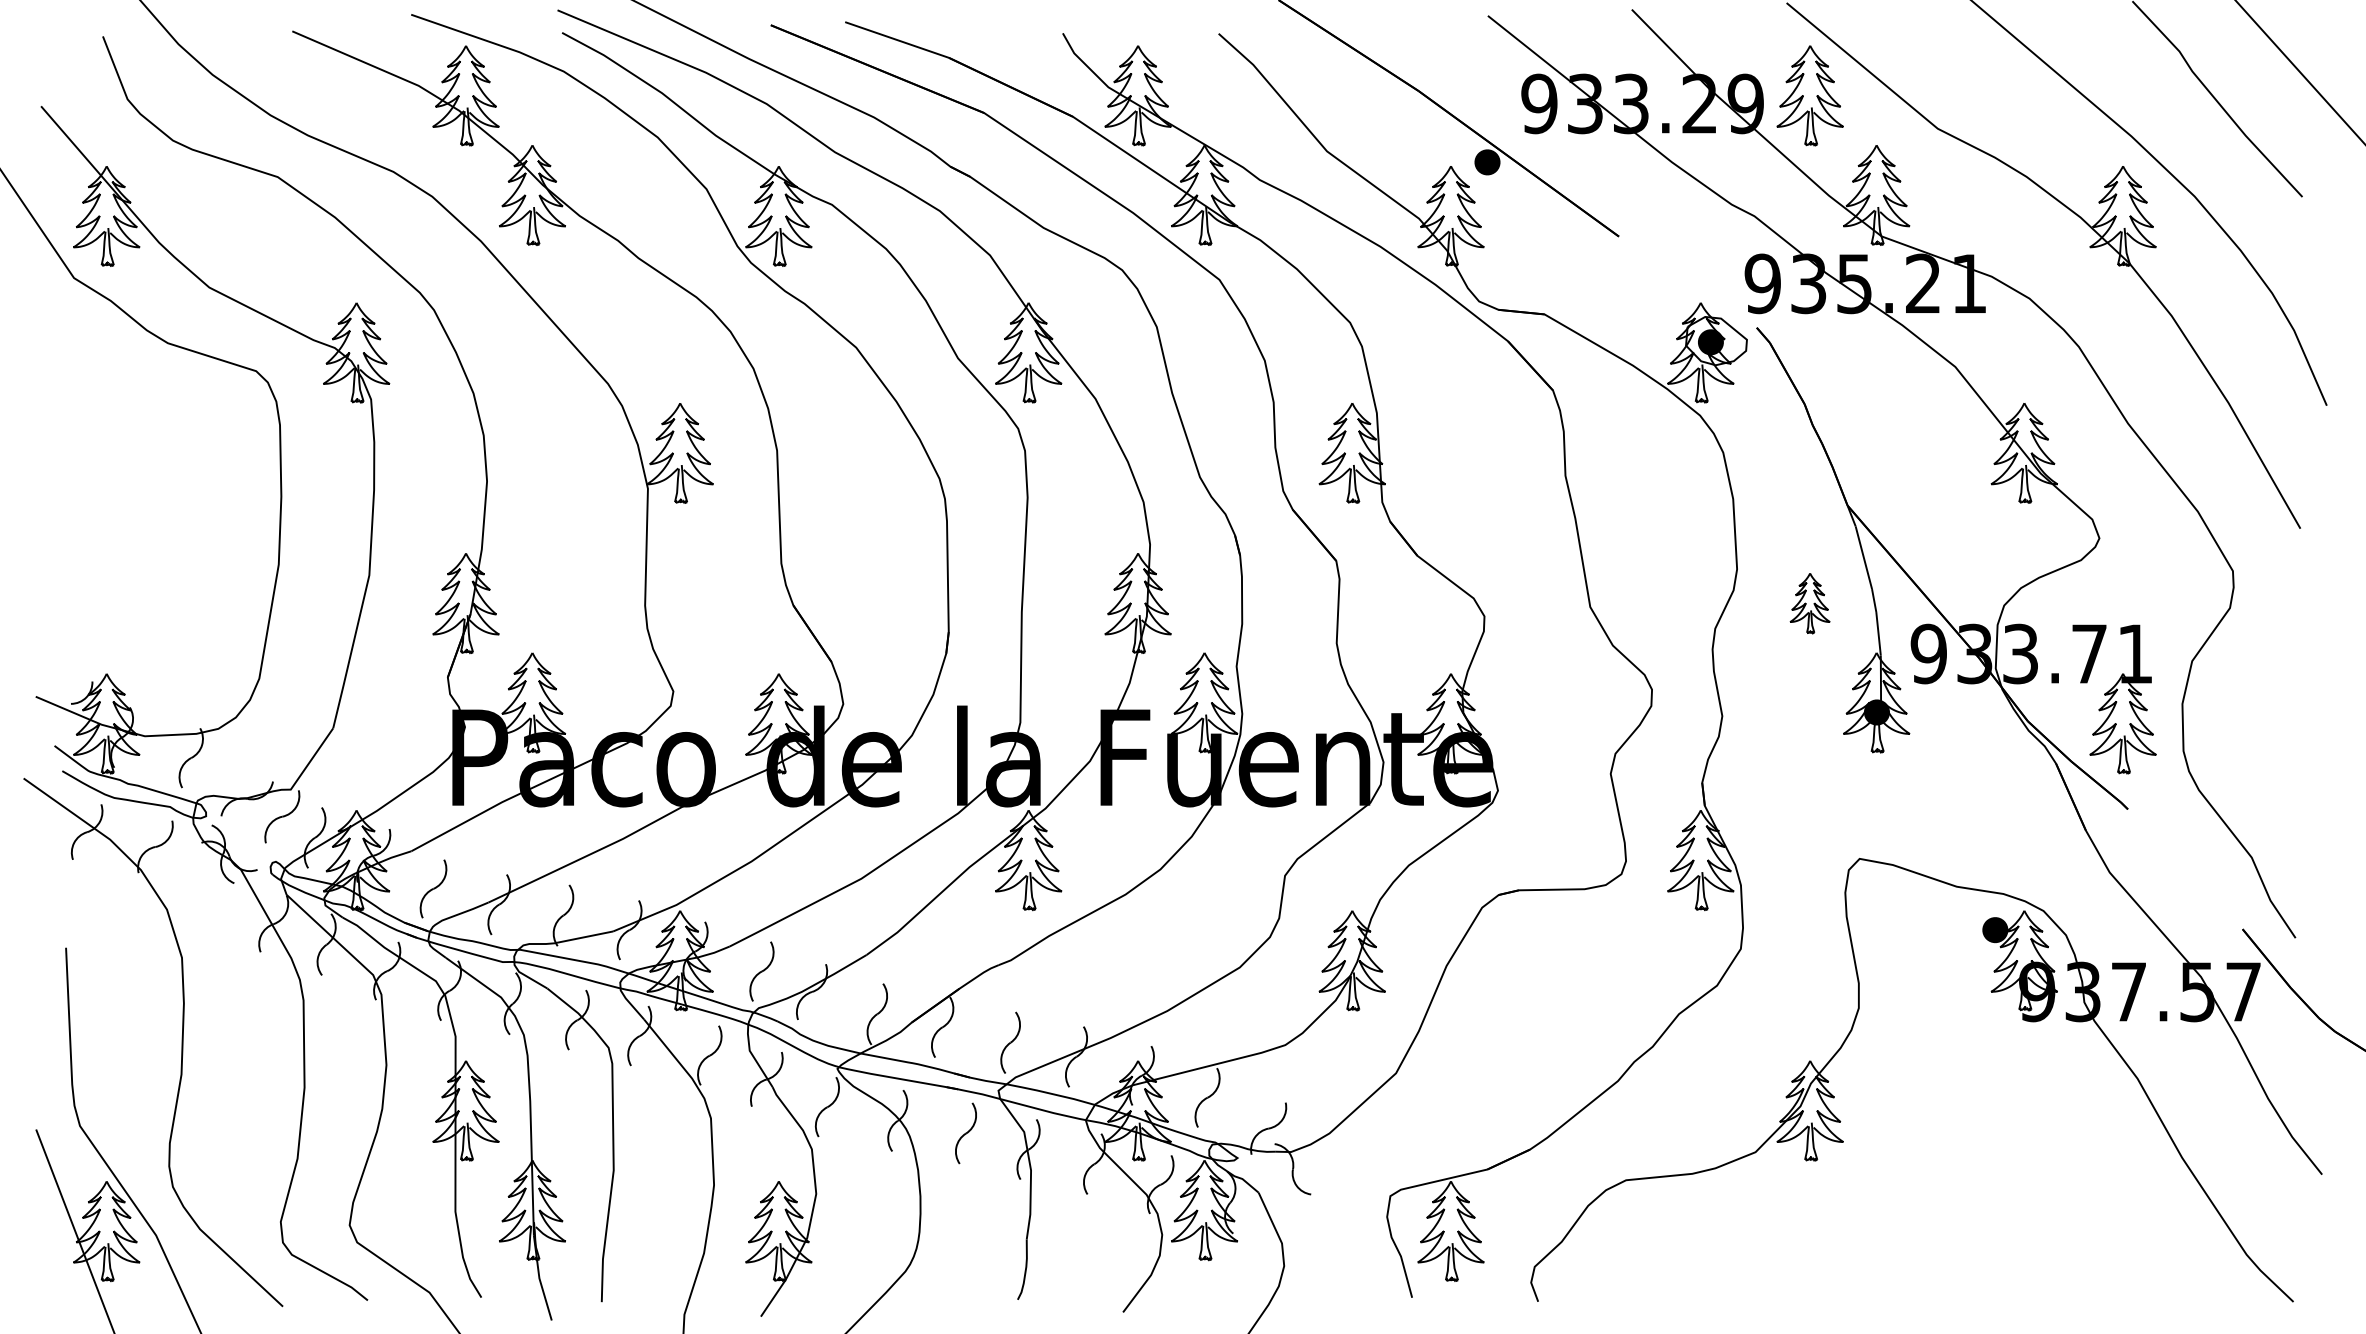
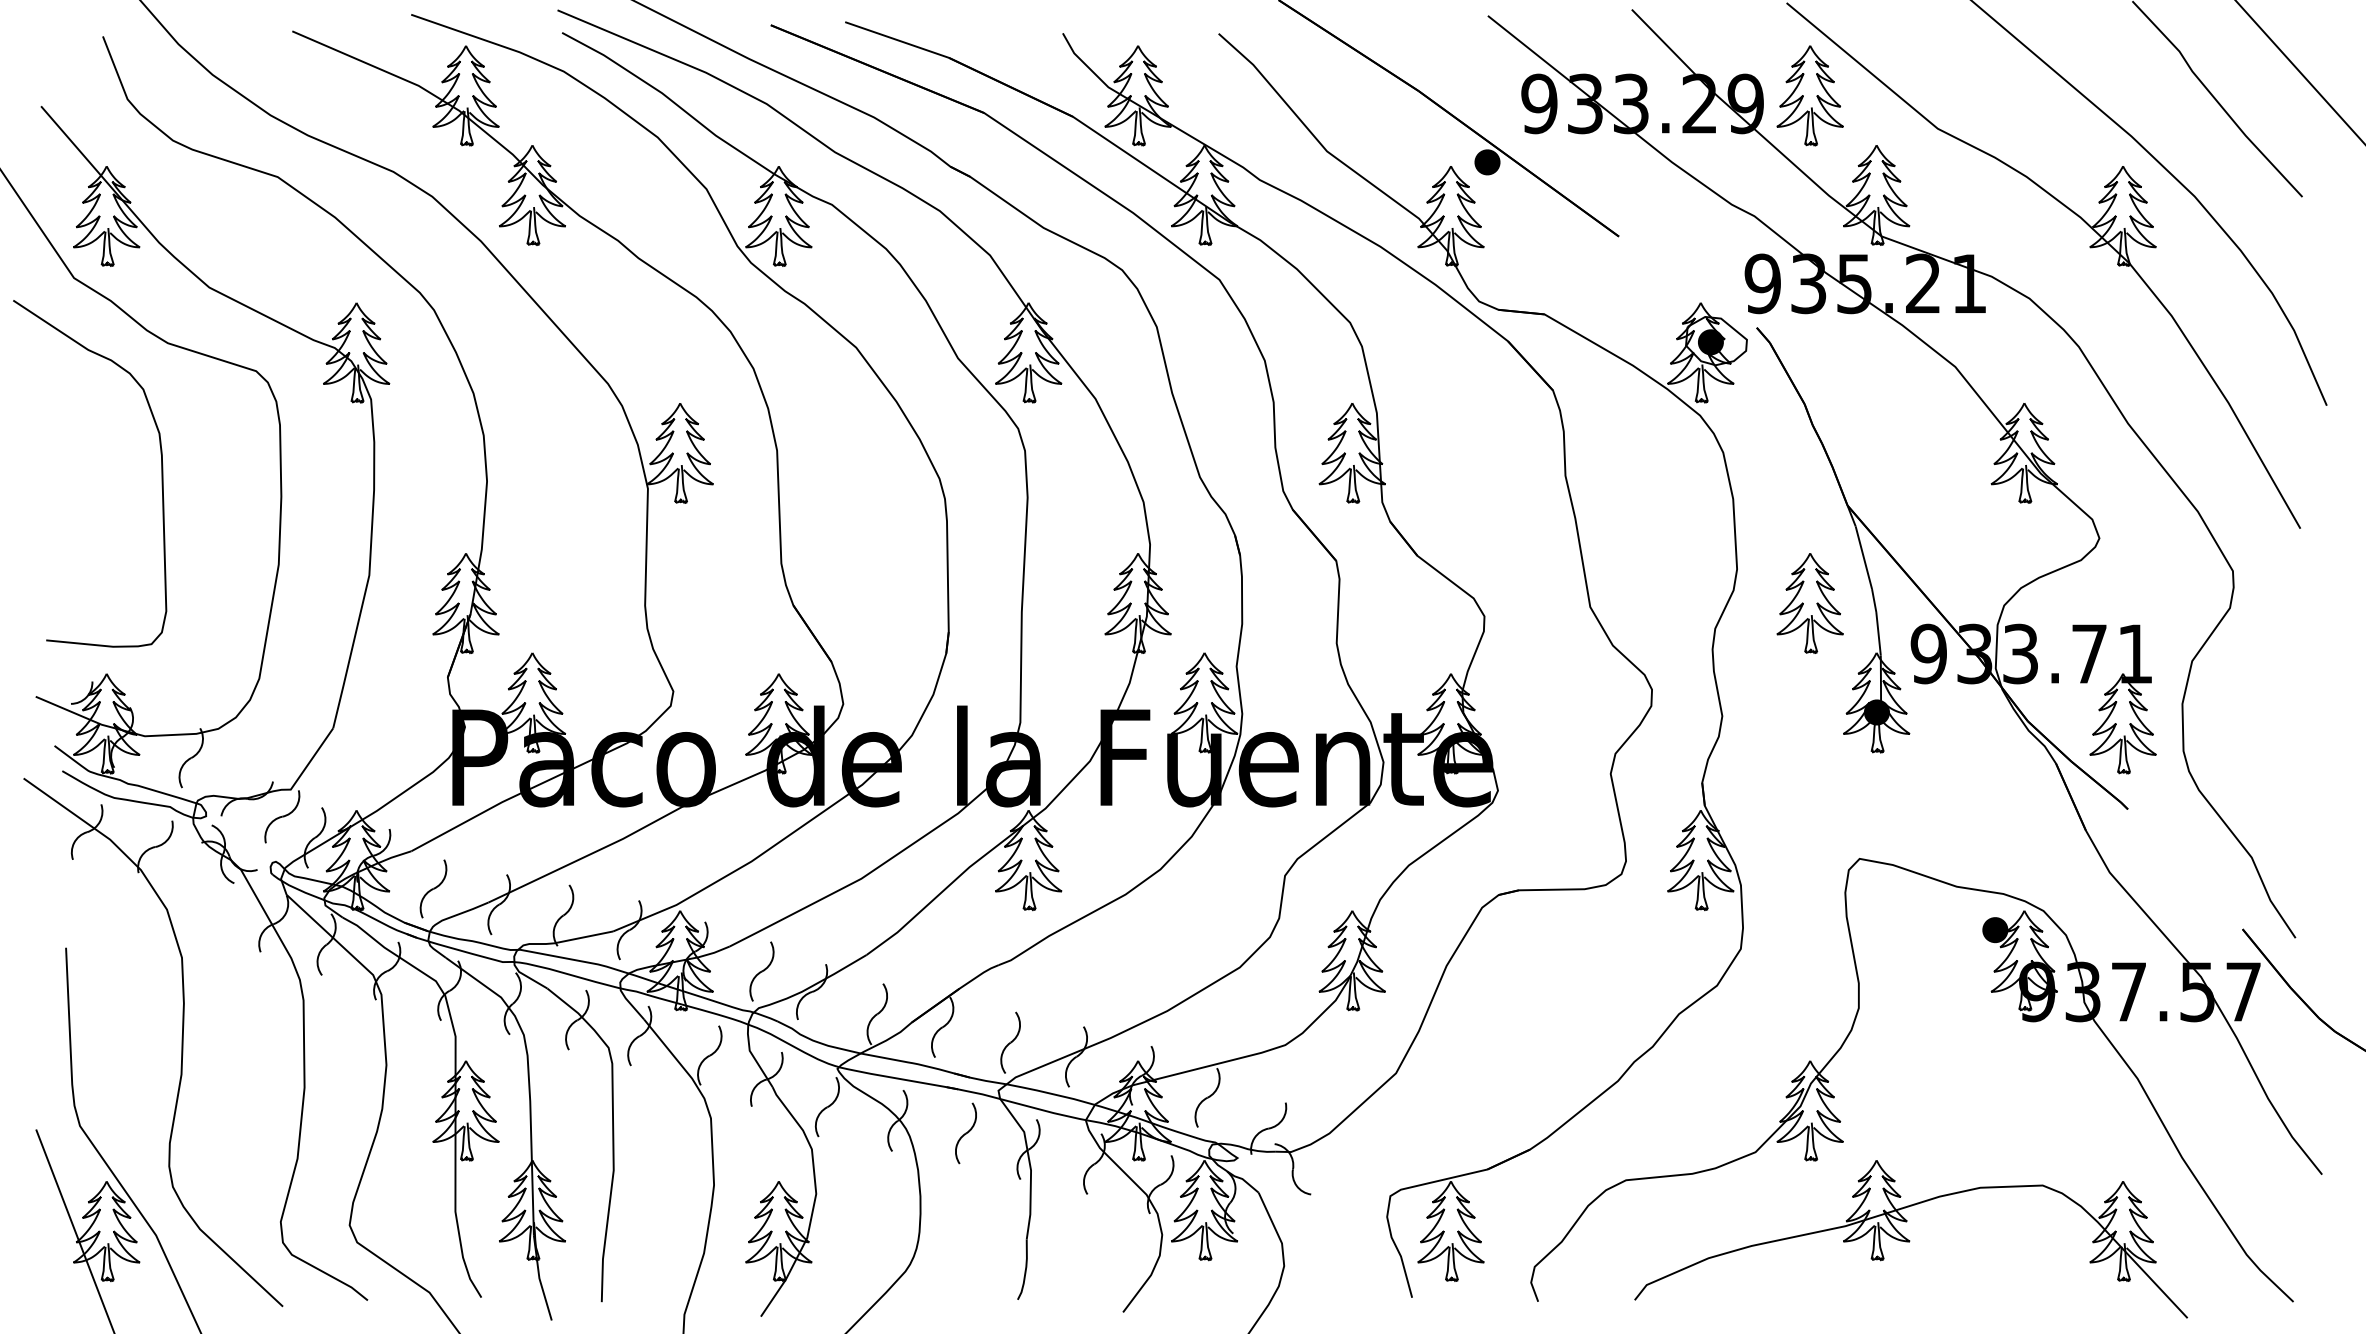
curve at (161, 473): none -> present
part at (1809, 603) size: 42x62 px -> 68x101 px
part at (1910, 1239): none -> present
